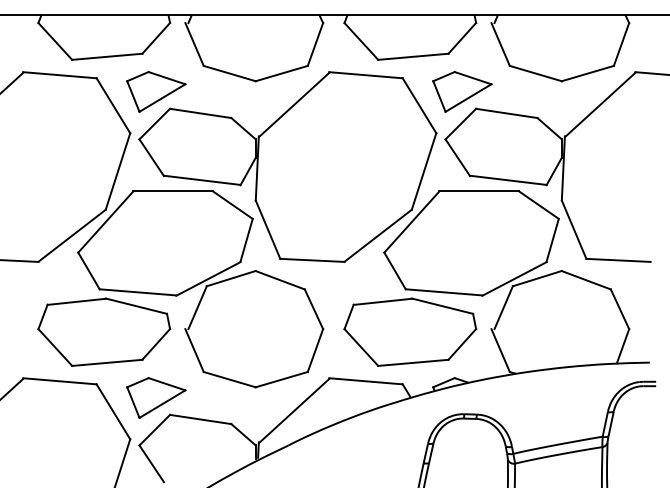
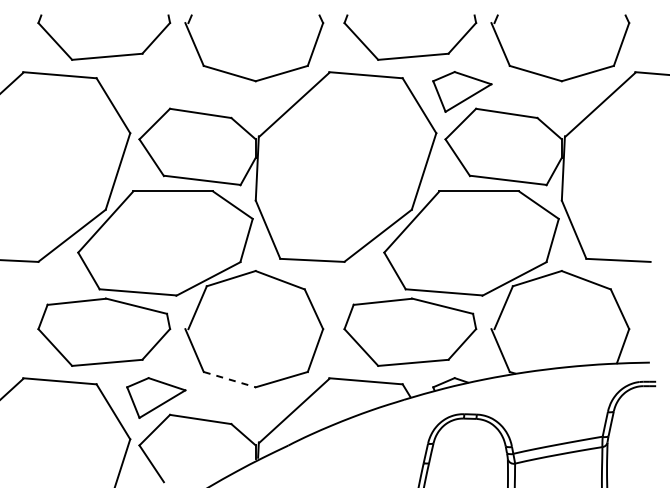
line at (334, 15): present -> none
part at (156, 91): present -> none
line at (230, 379): solid -> dashed
